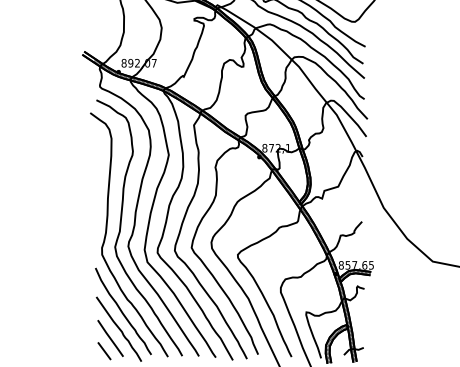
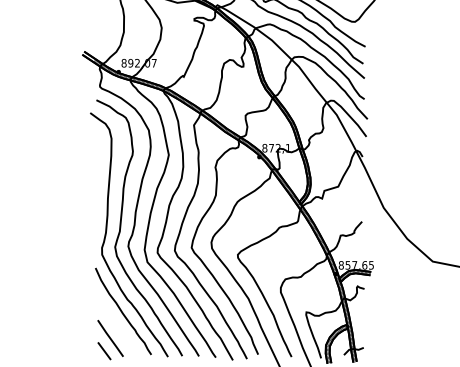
part at (118, 328): present -> none
